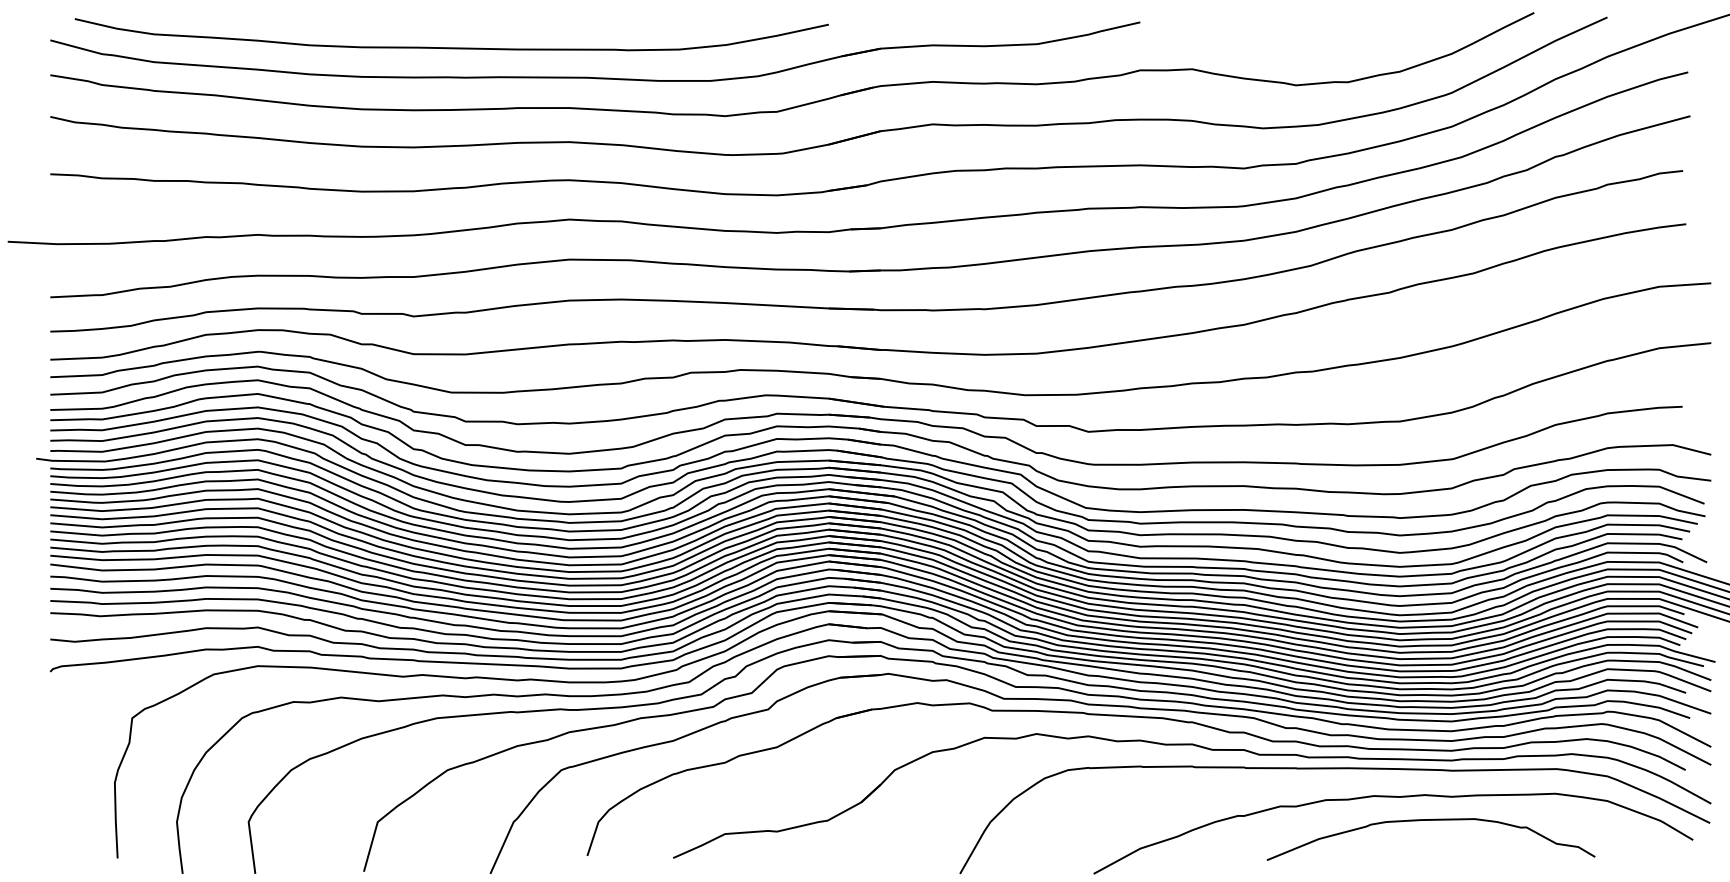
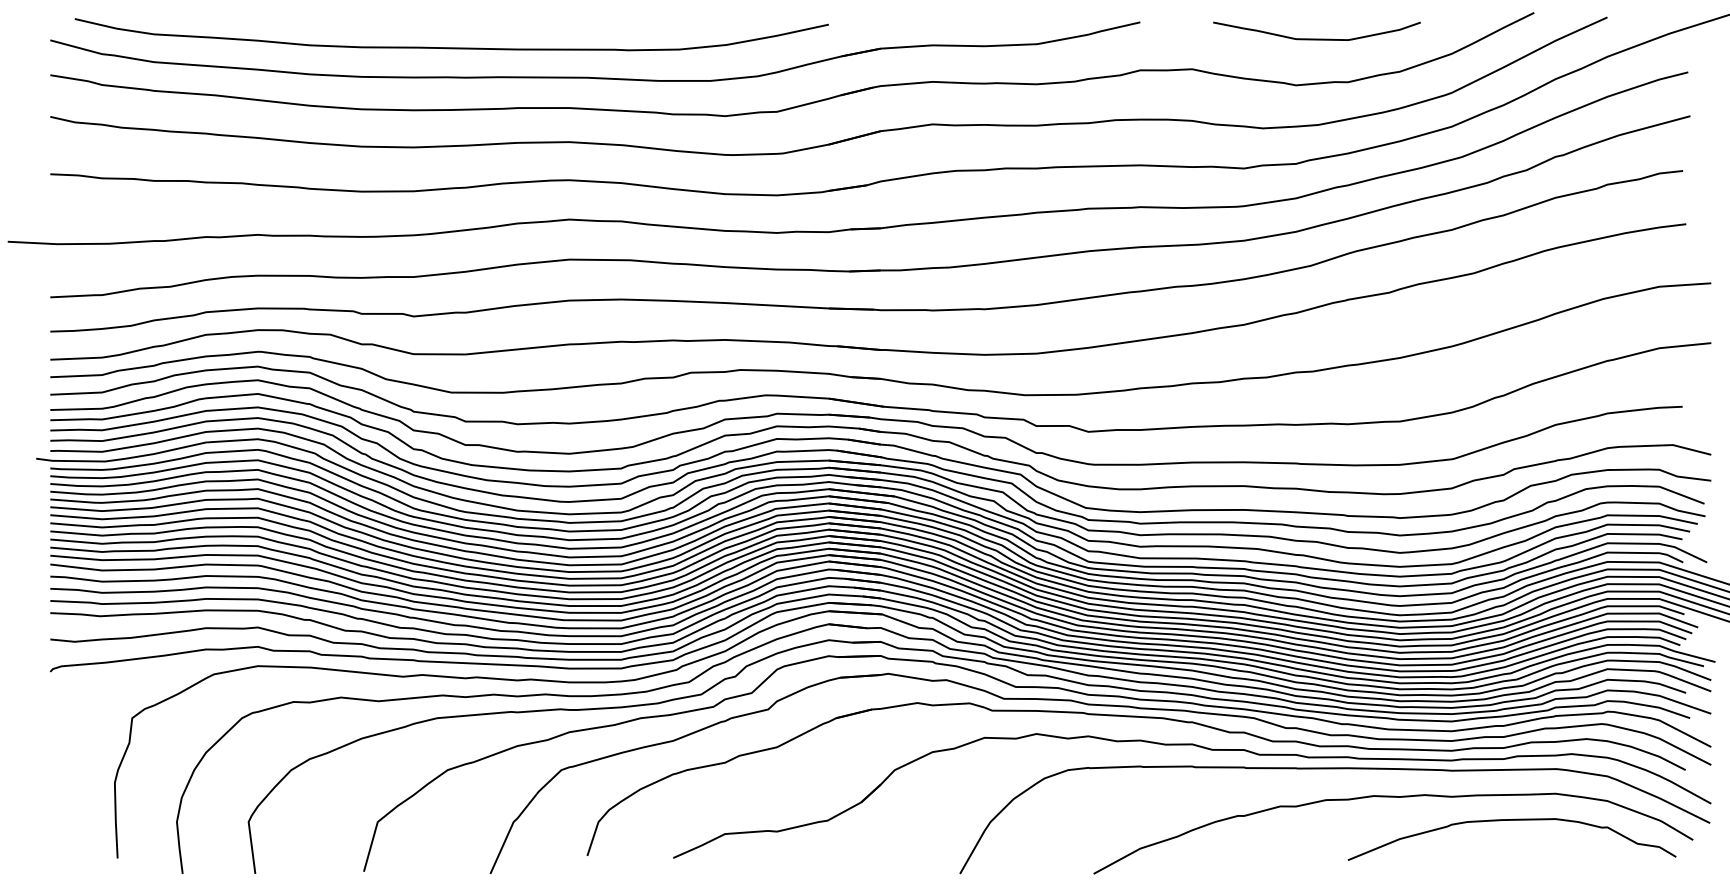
curve at (1316, 38): none -> present
curve at (1430, 820) position: (1430, 820) -> (1511, 820)
